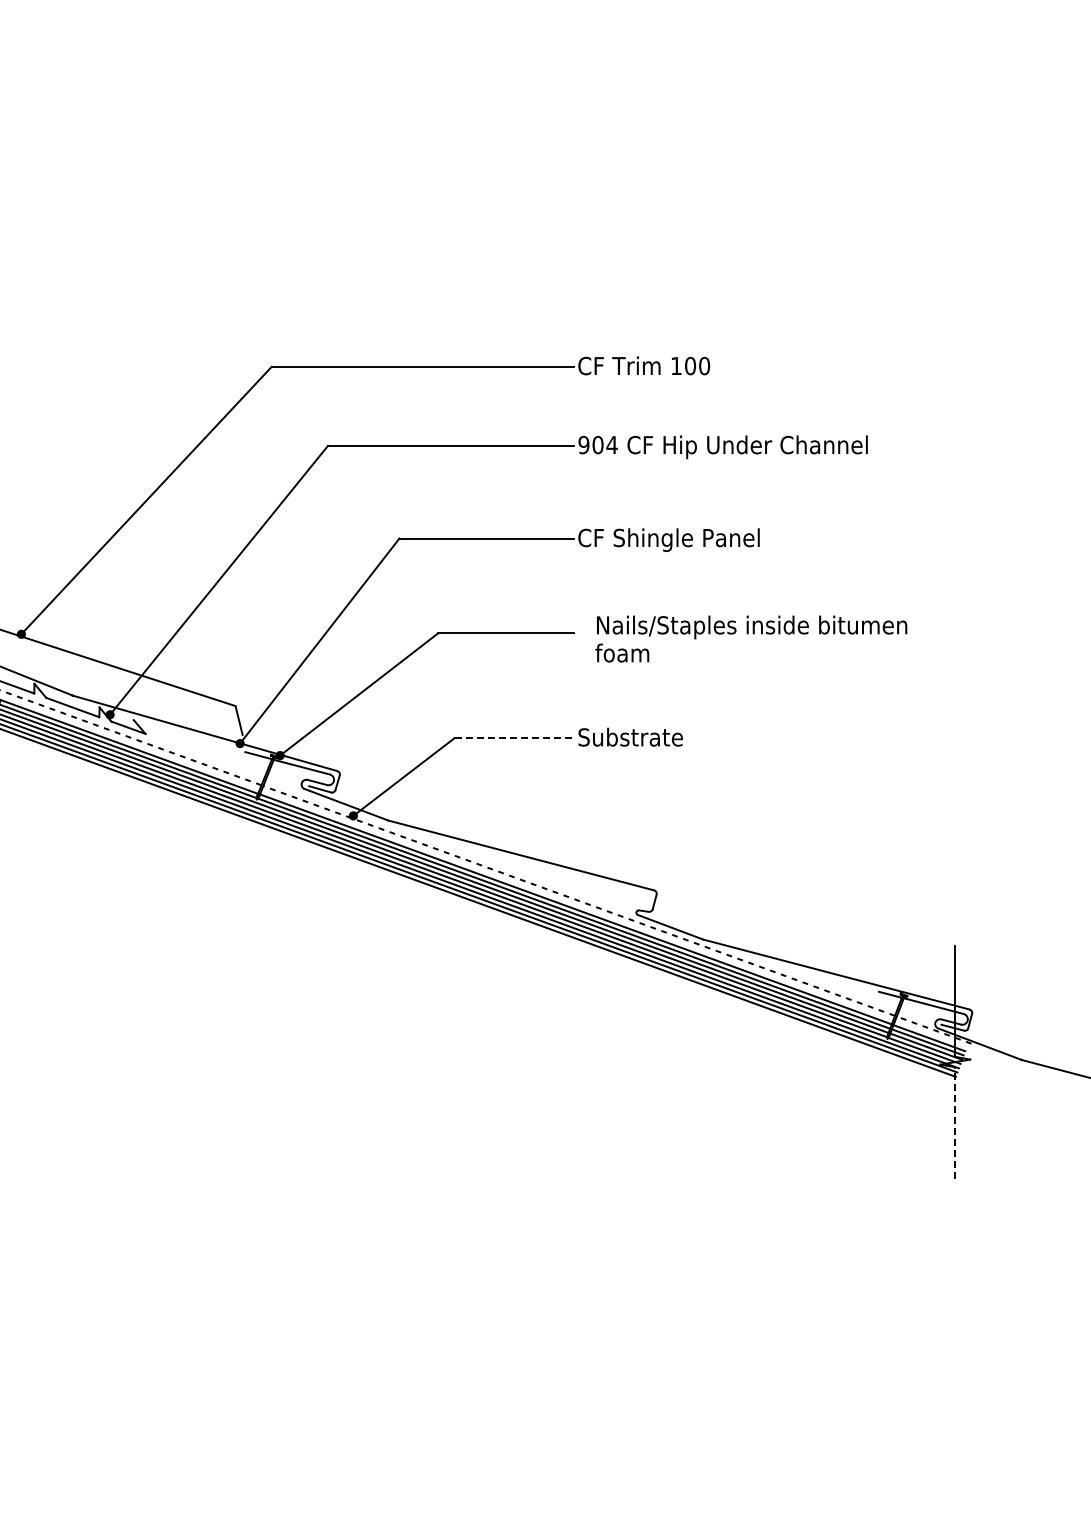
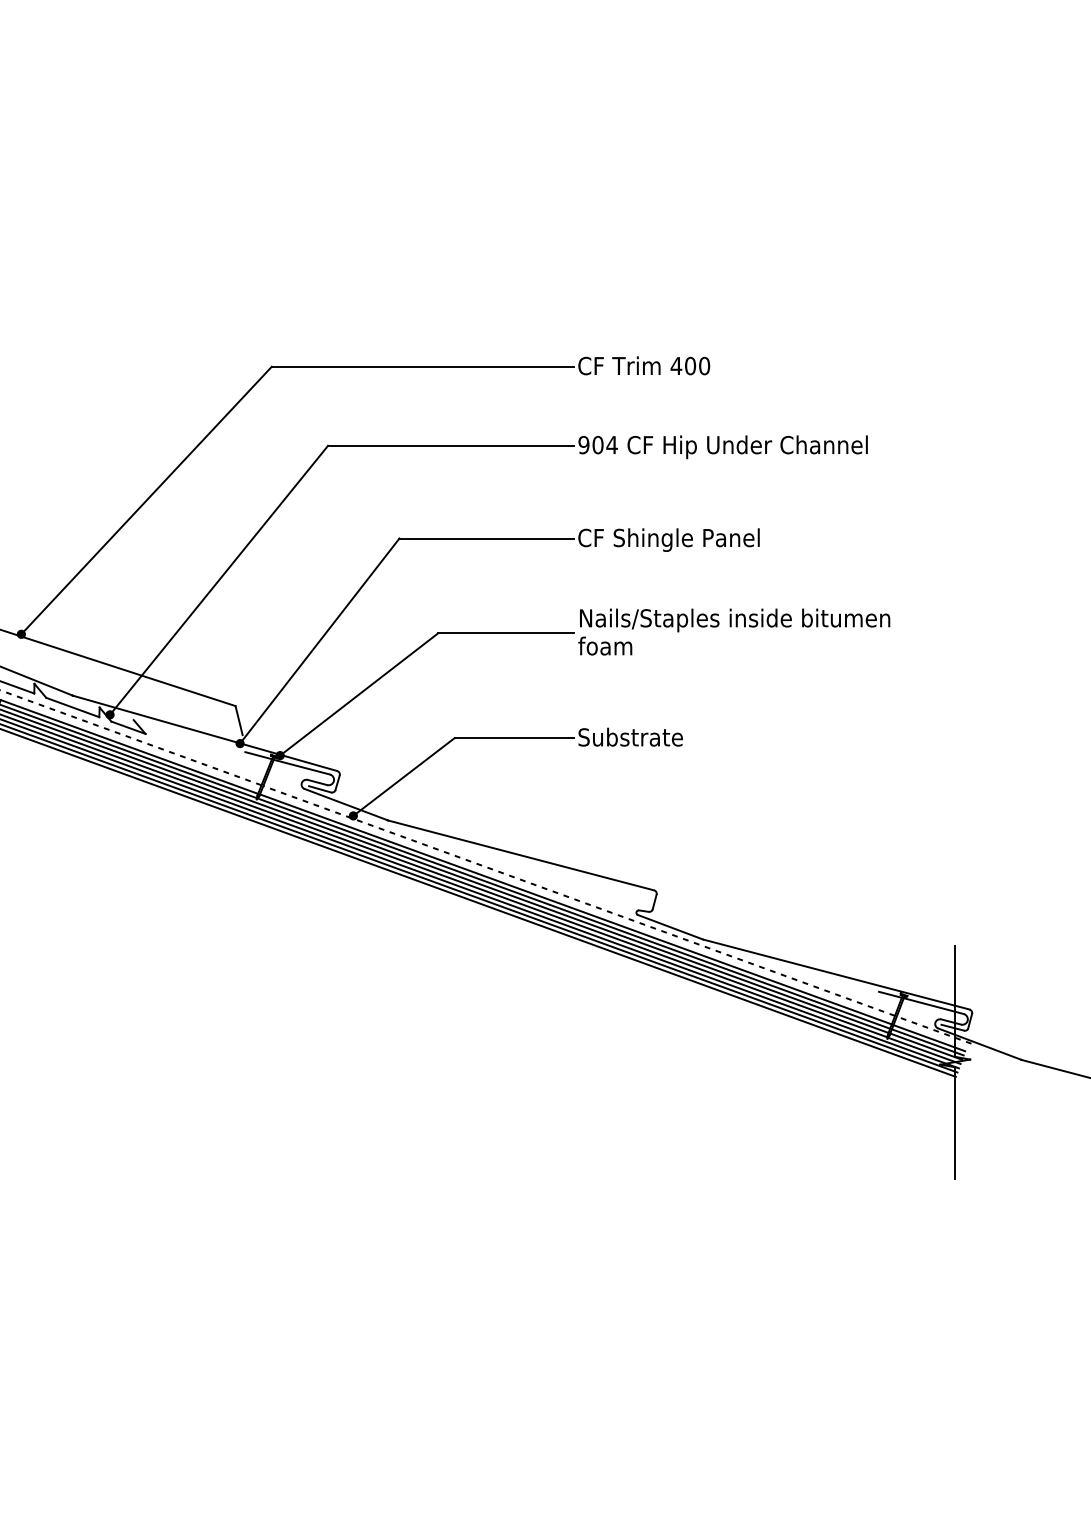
text at (676, 365): 100 -> 400
text at (751, 638) position: (751, 638) -> (734, 631)
line at (514, 738): dashed -> solid
line at (955, 1122): dashed -> solid
